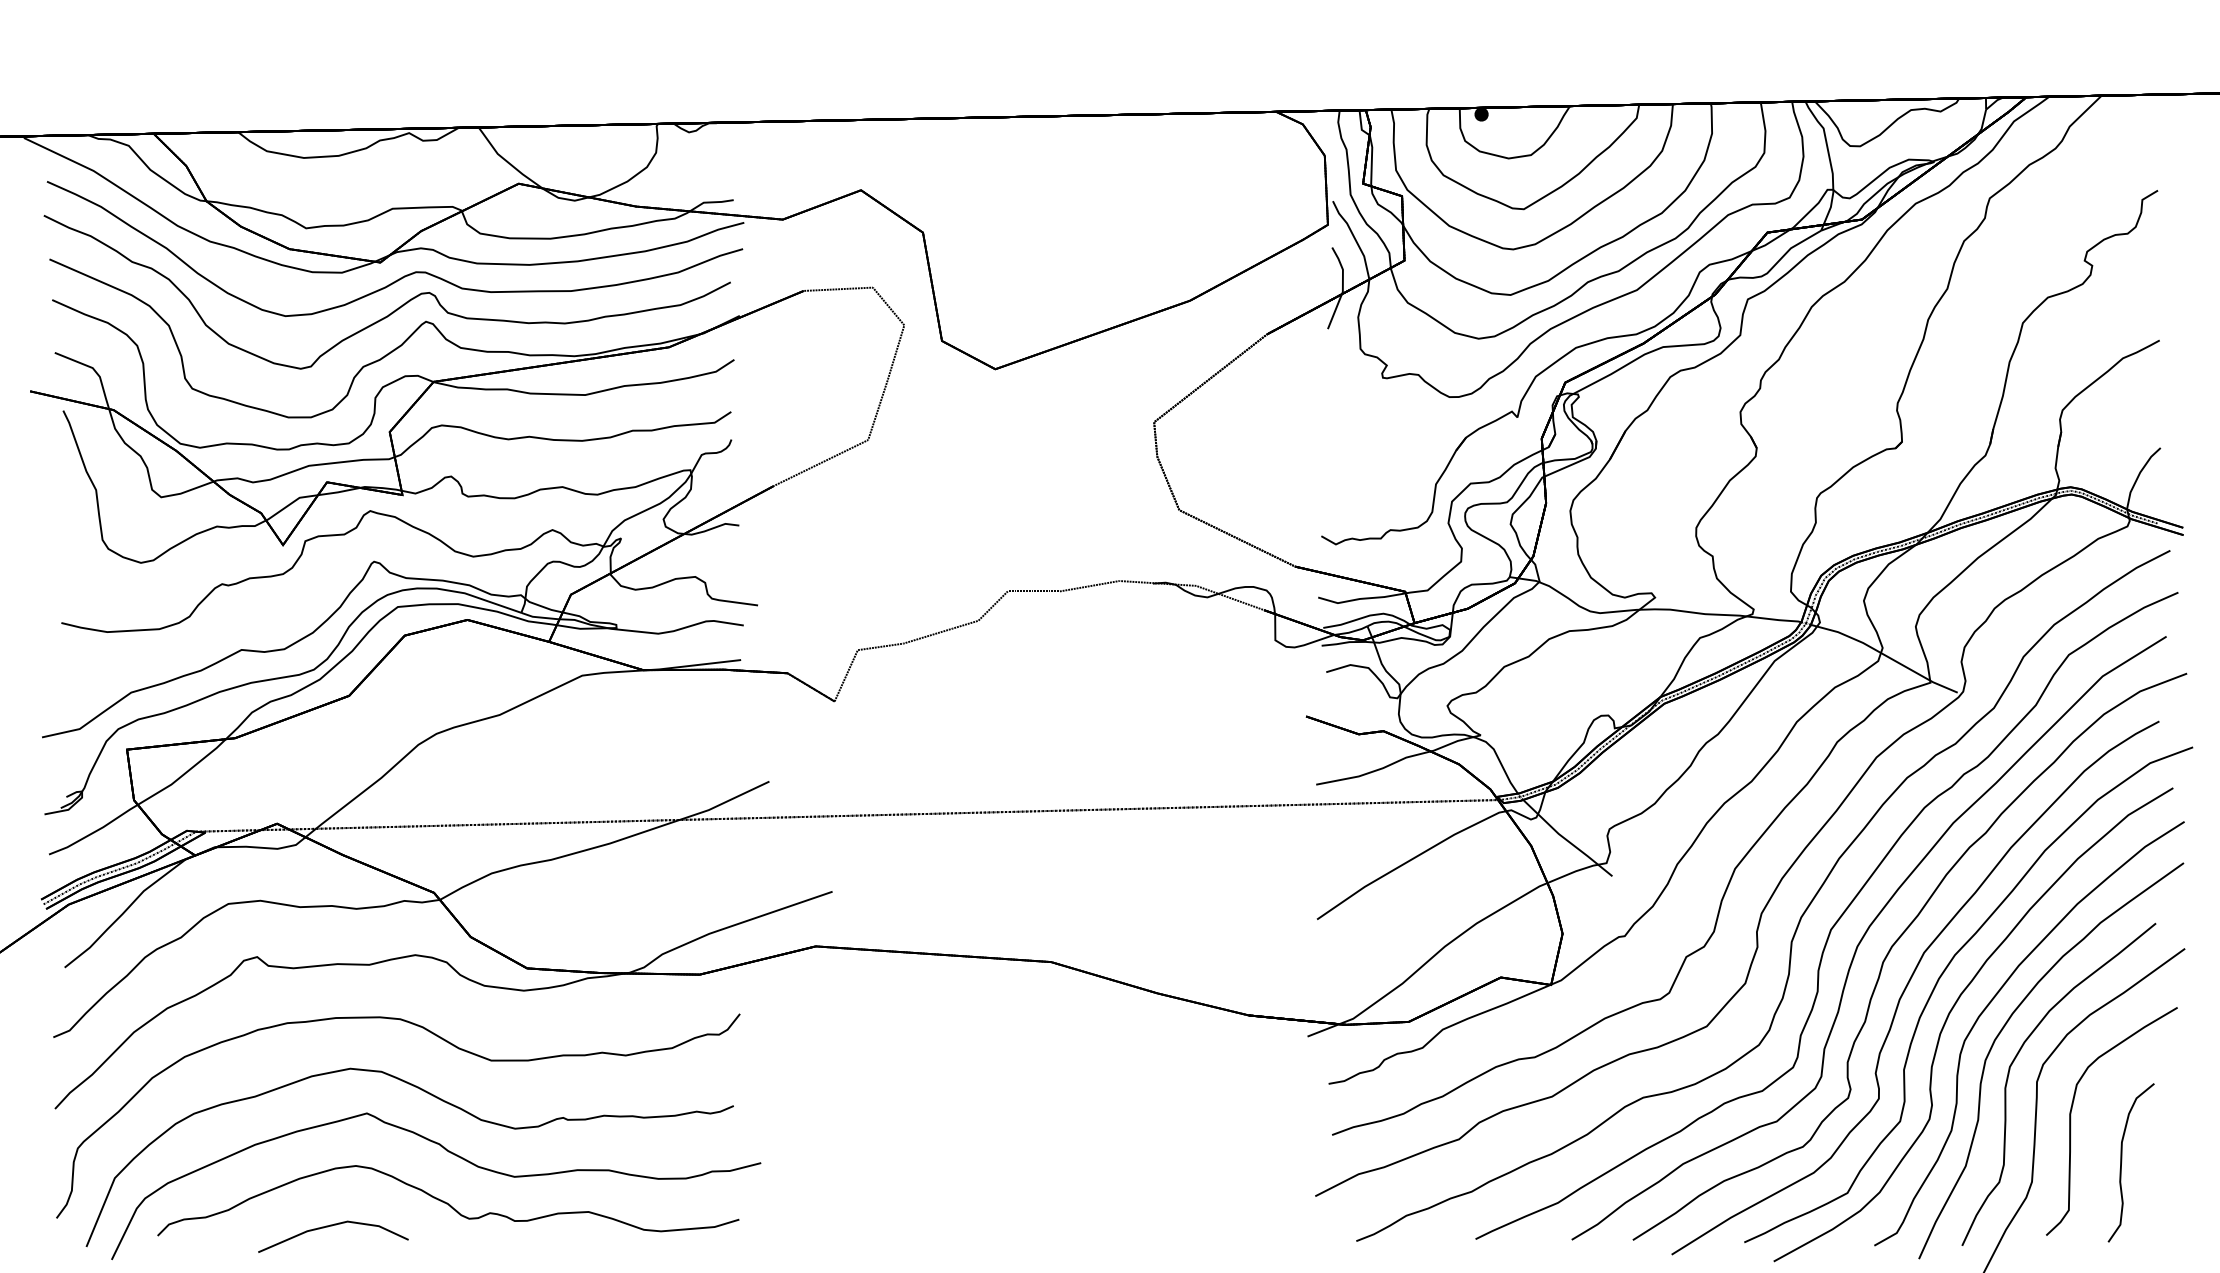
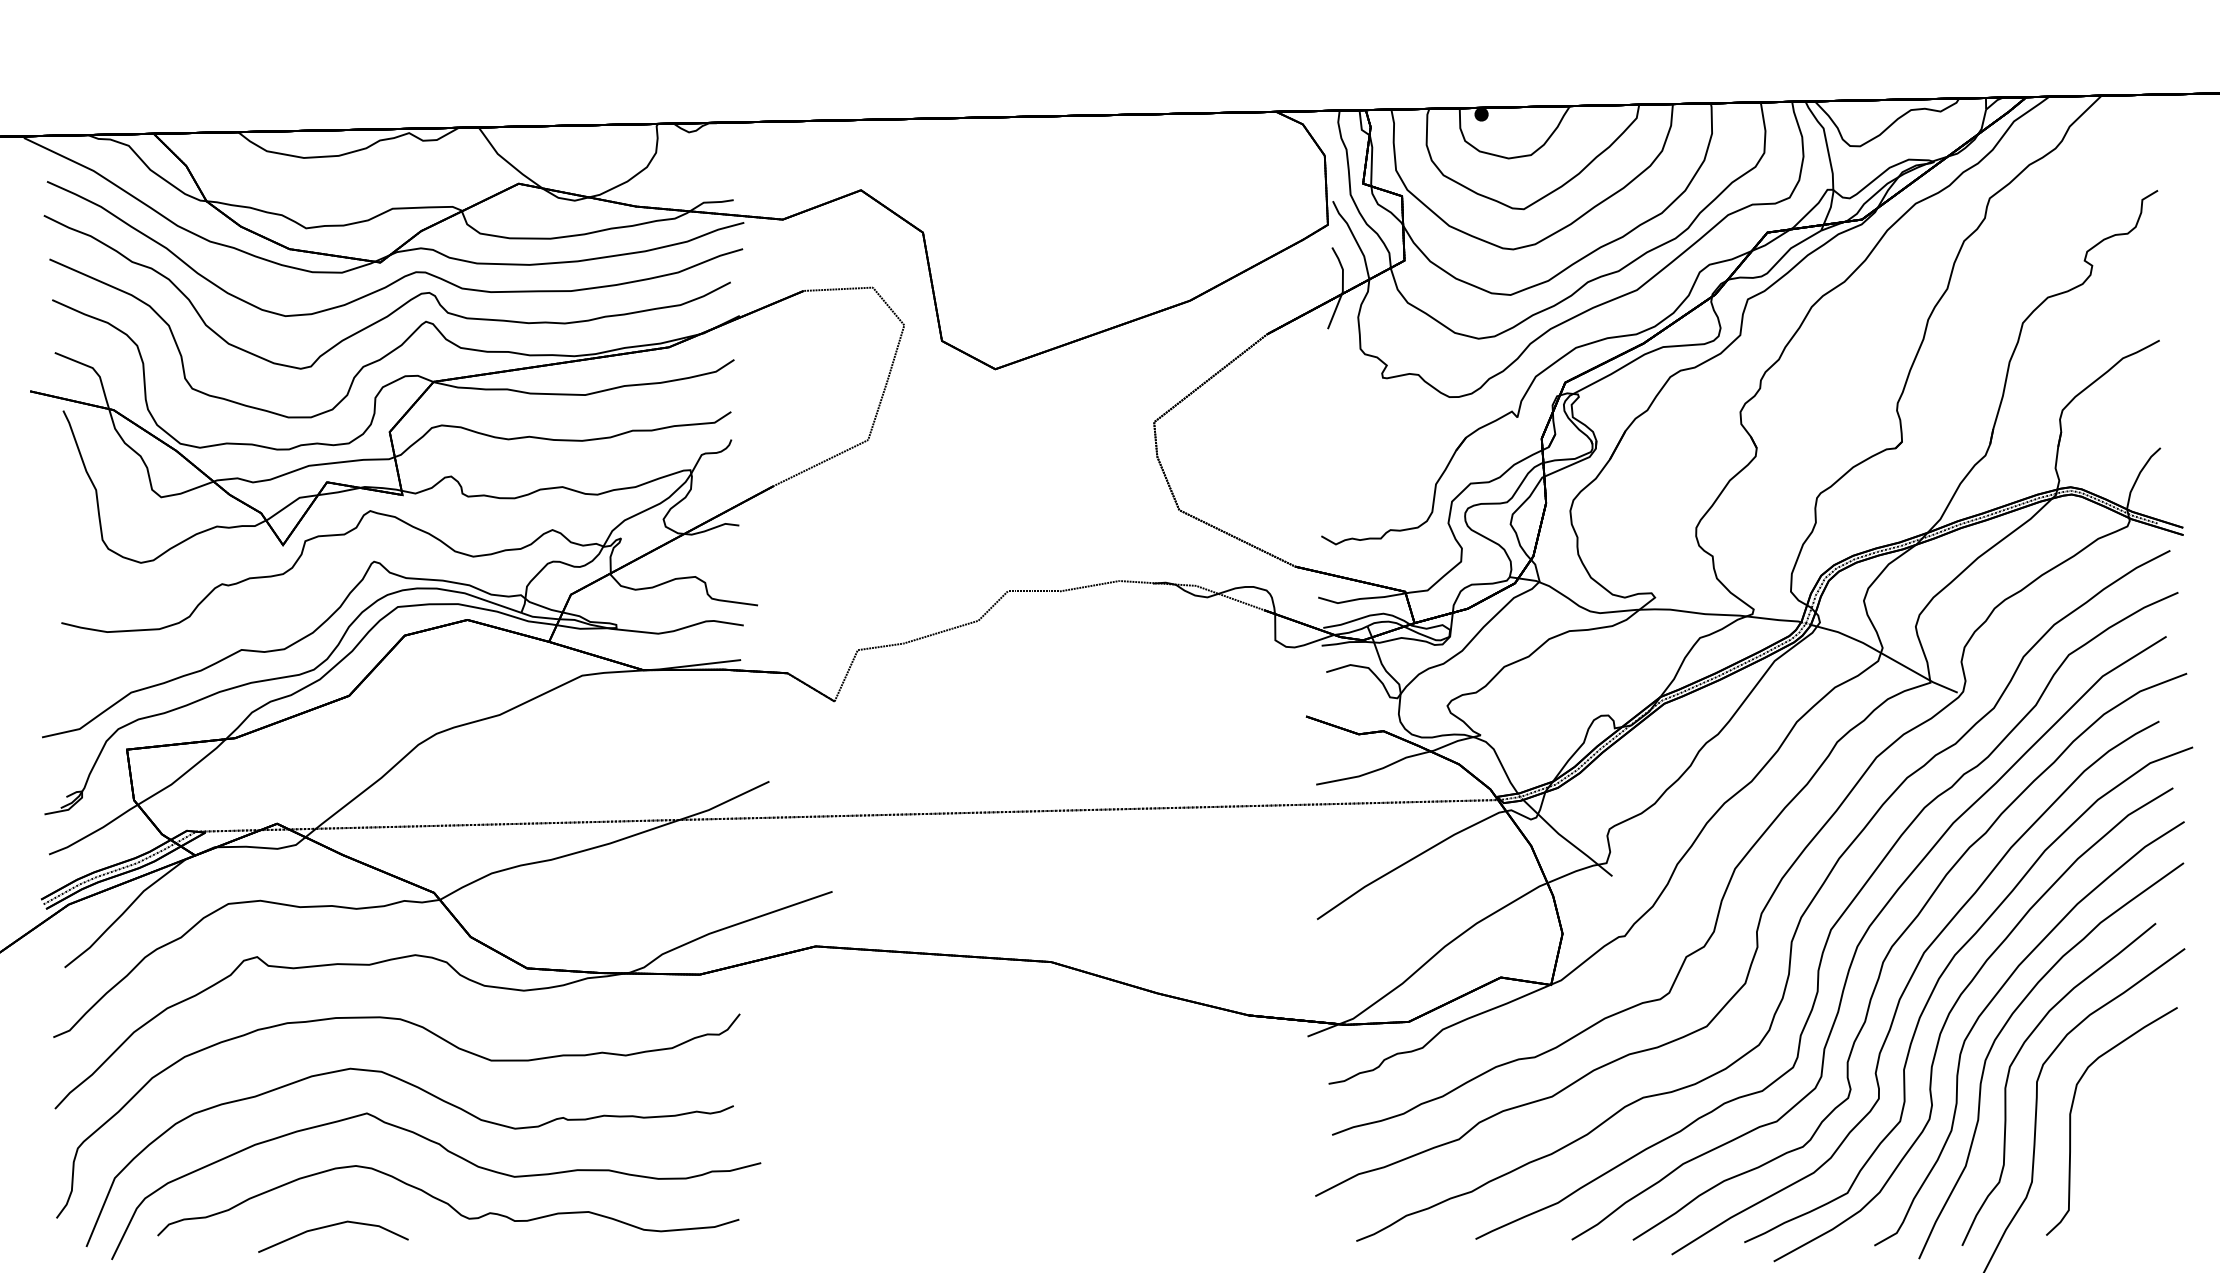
part at (2122, 1161): present -> none
